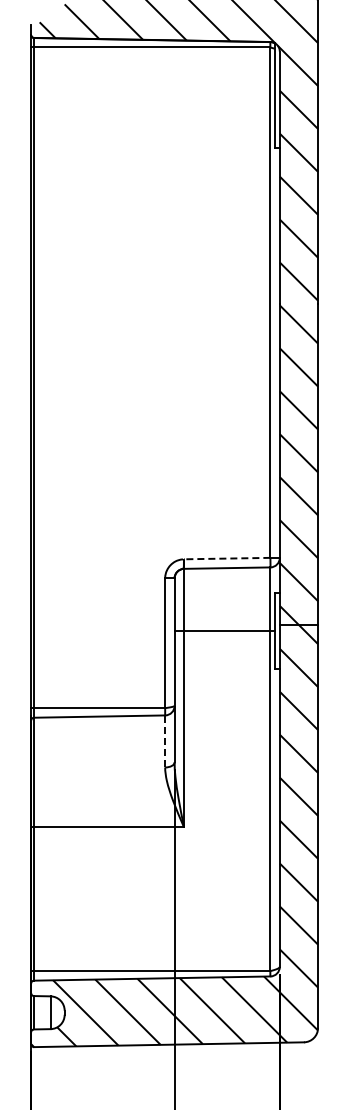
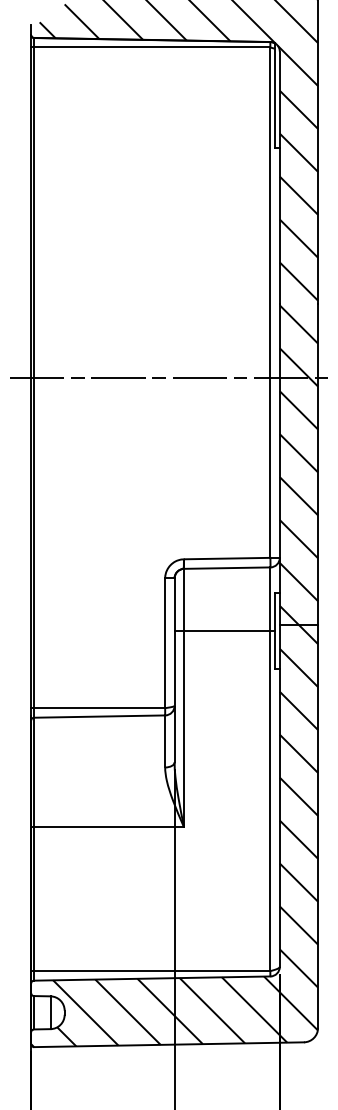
line at (168, 377): none -> present
line at (226, 558): dashed -> solid
line at (165, 740): dashed -> solid
